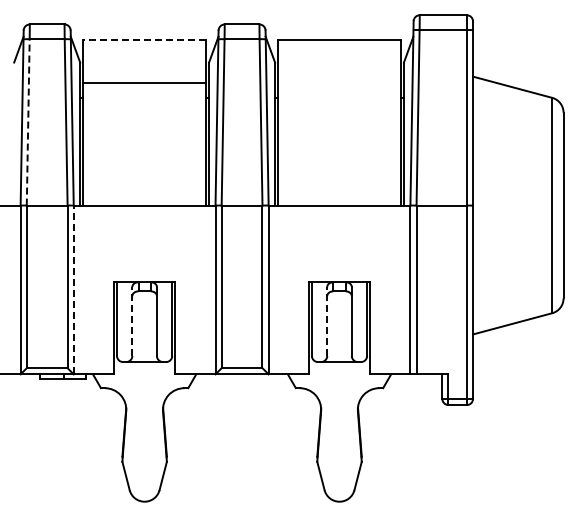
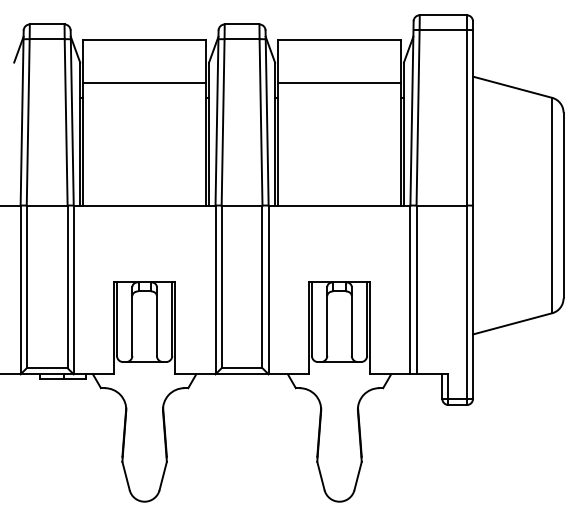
line at (144, 39): dashed -> solid
line at (339, 82): none -> present
line at (28, 121): dashed -> solid
line at (73, 289): dashed -> solid
line at (132, 321): dashed -> solid
line at (327, 321): dashed -> solid
